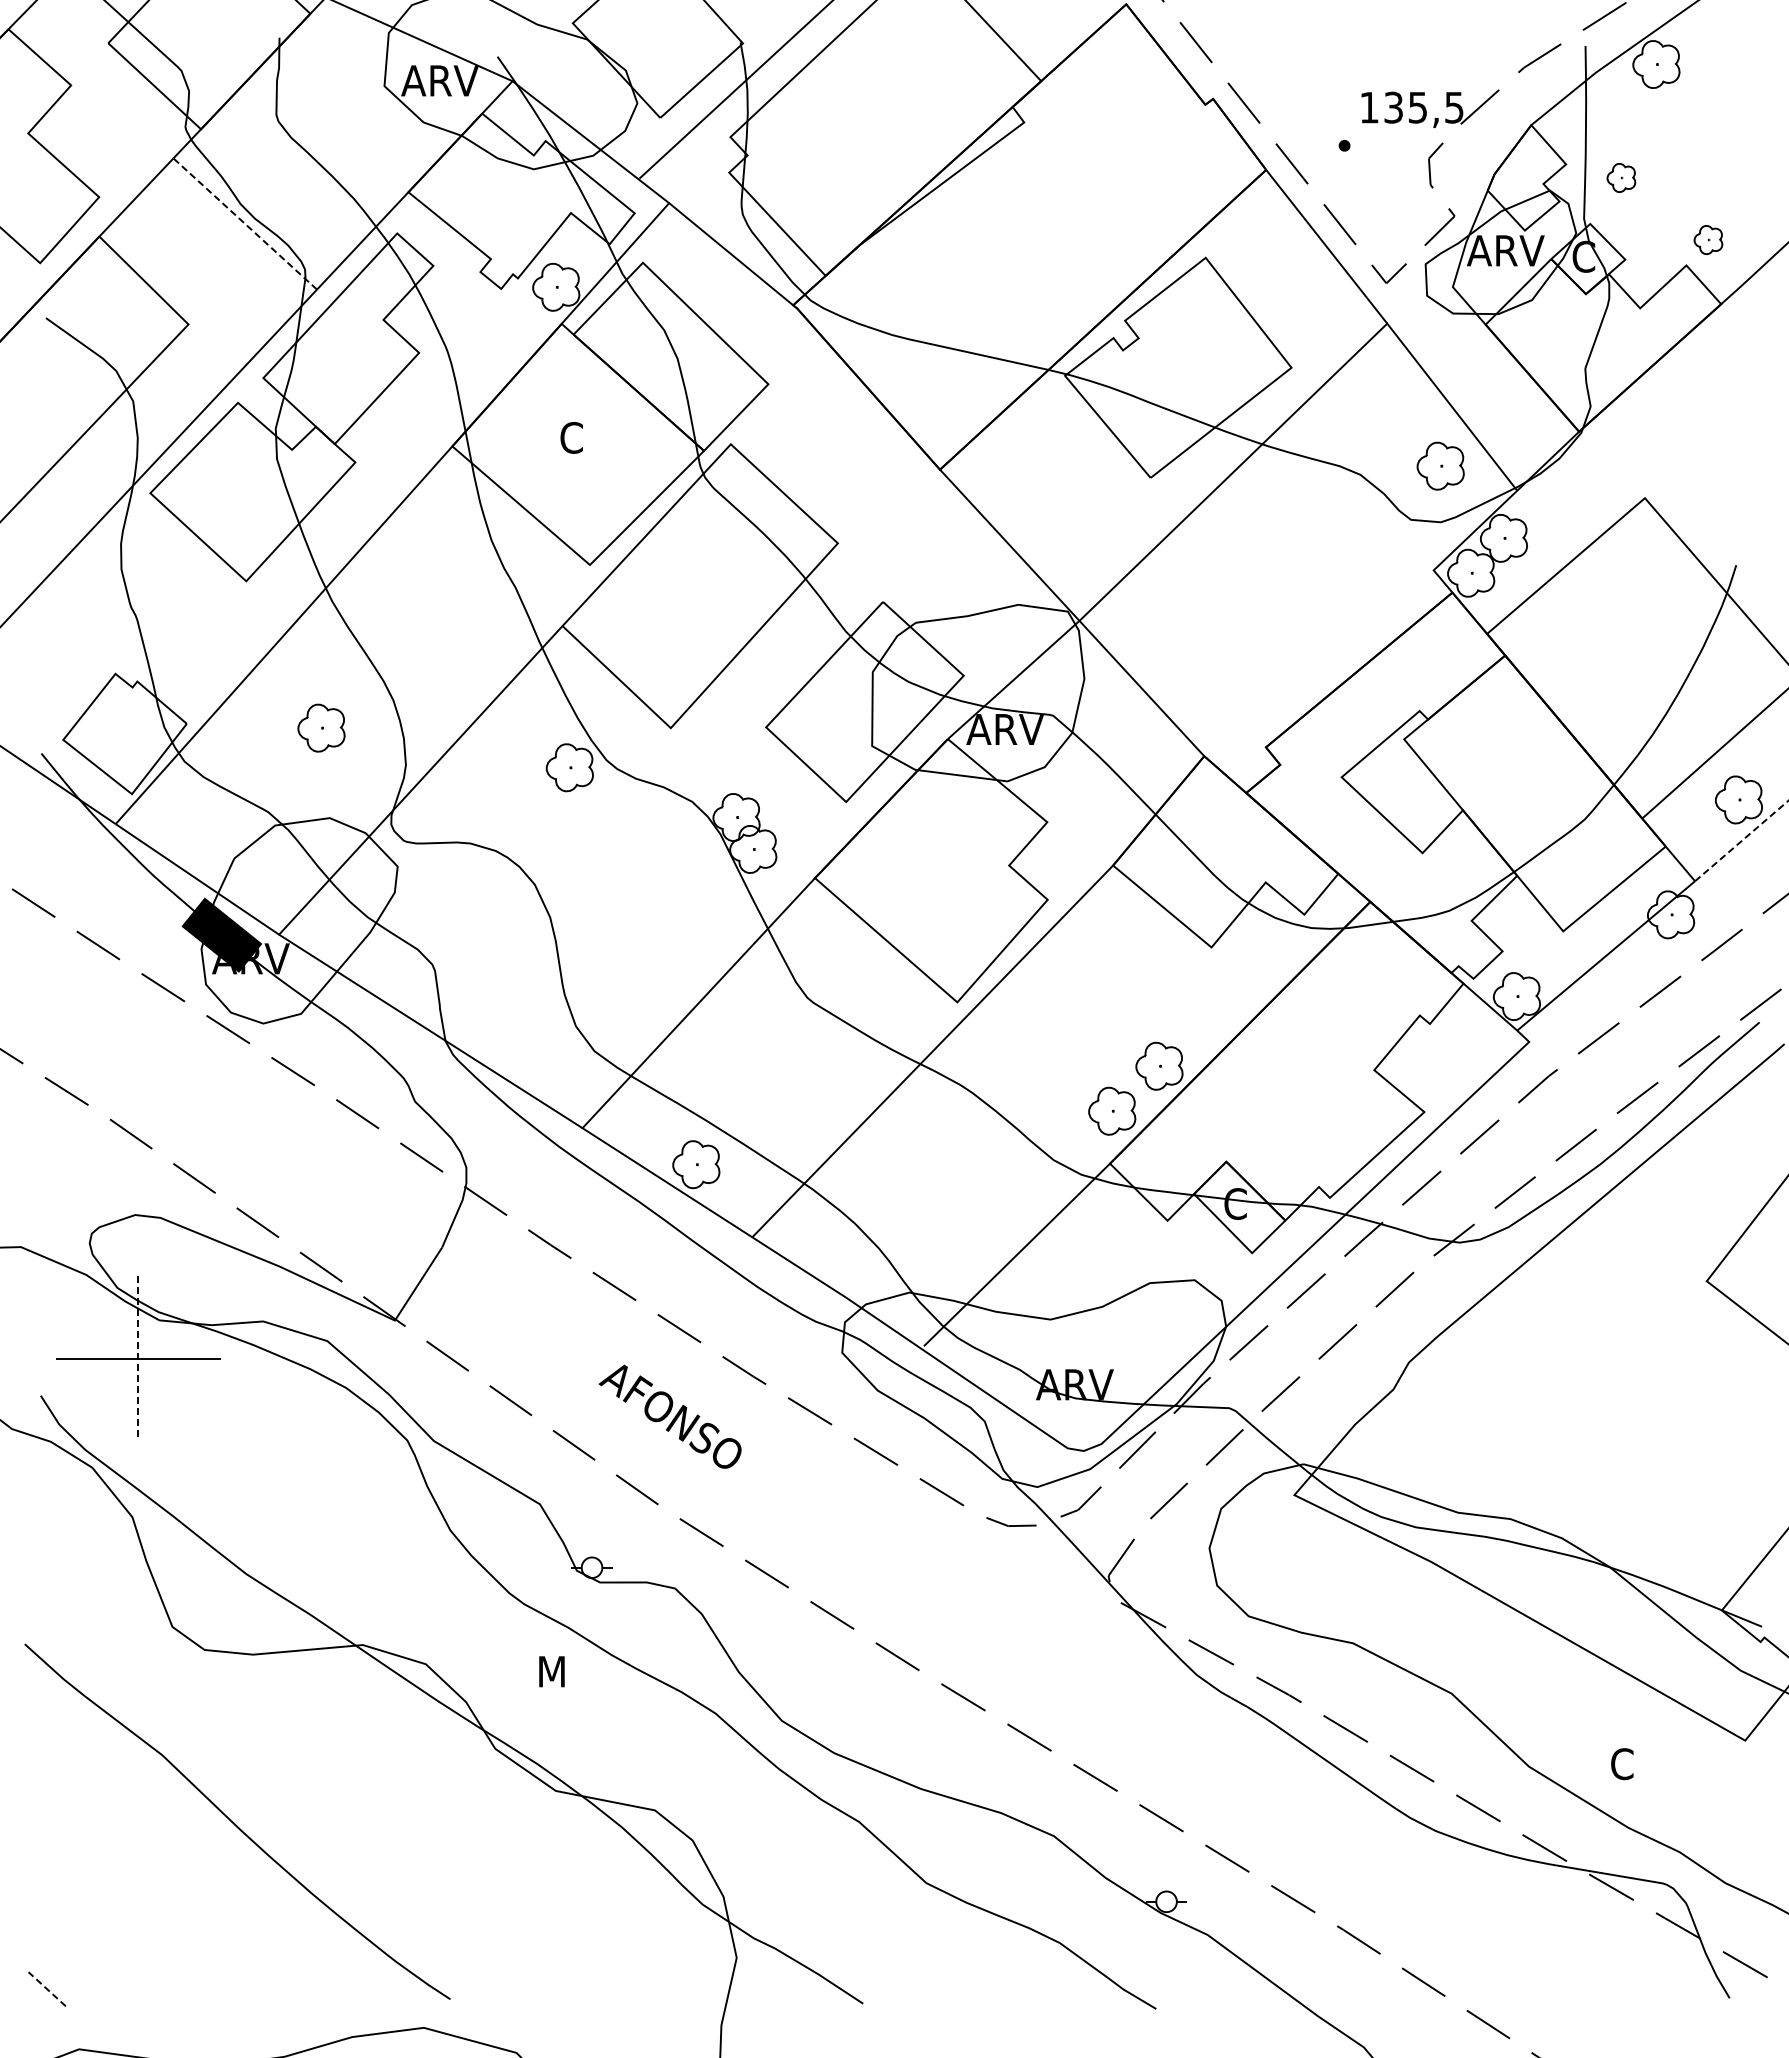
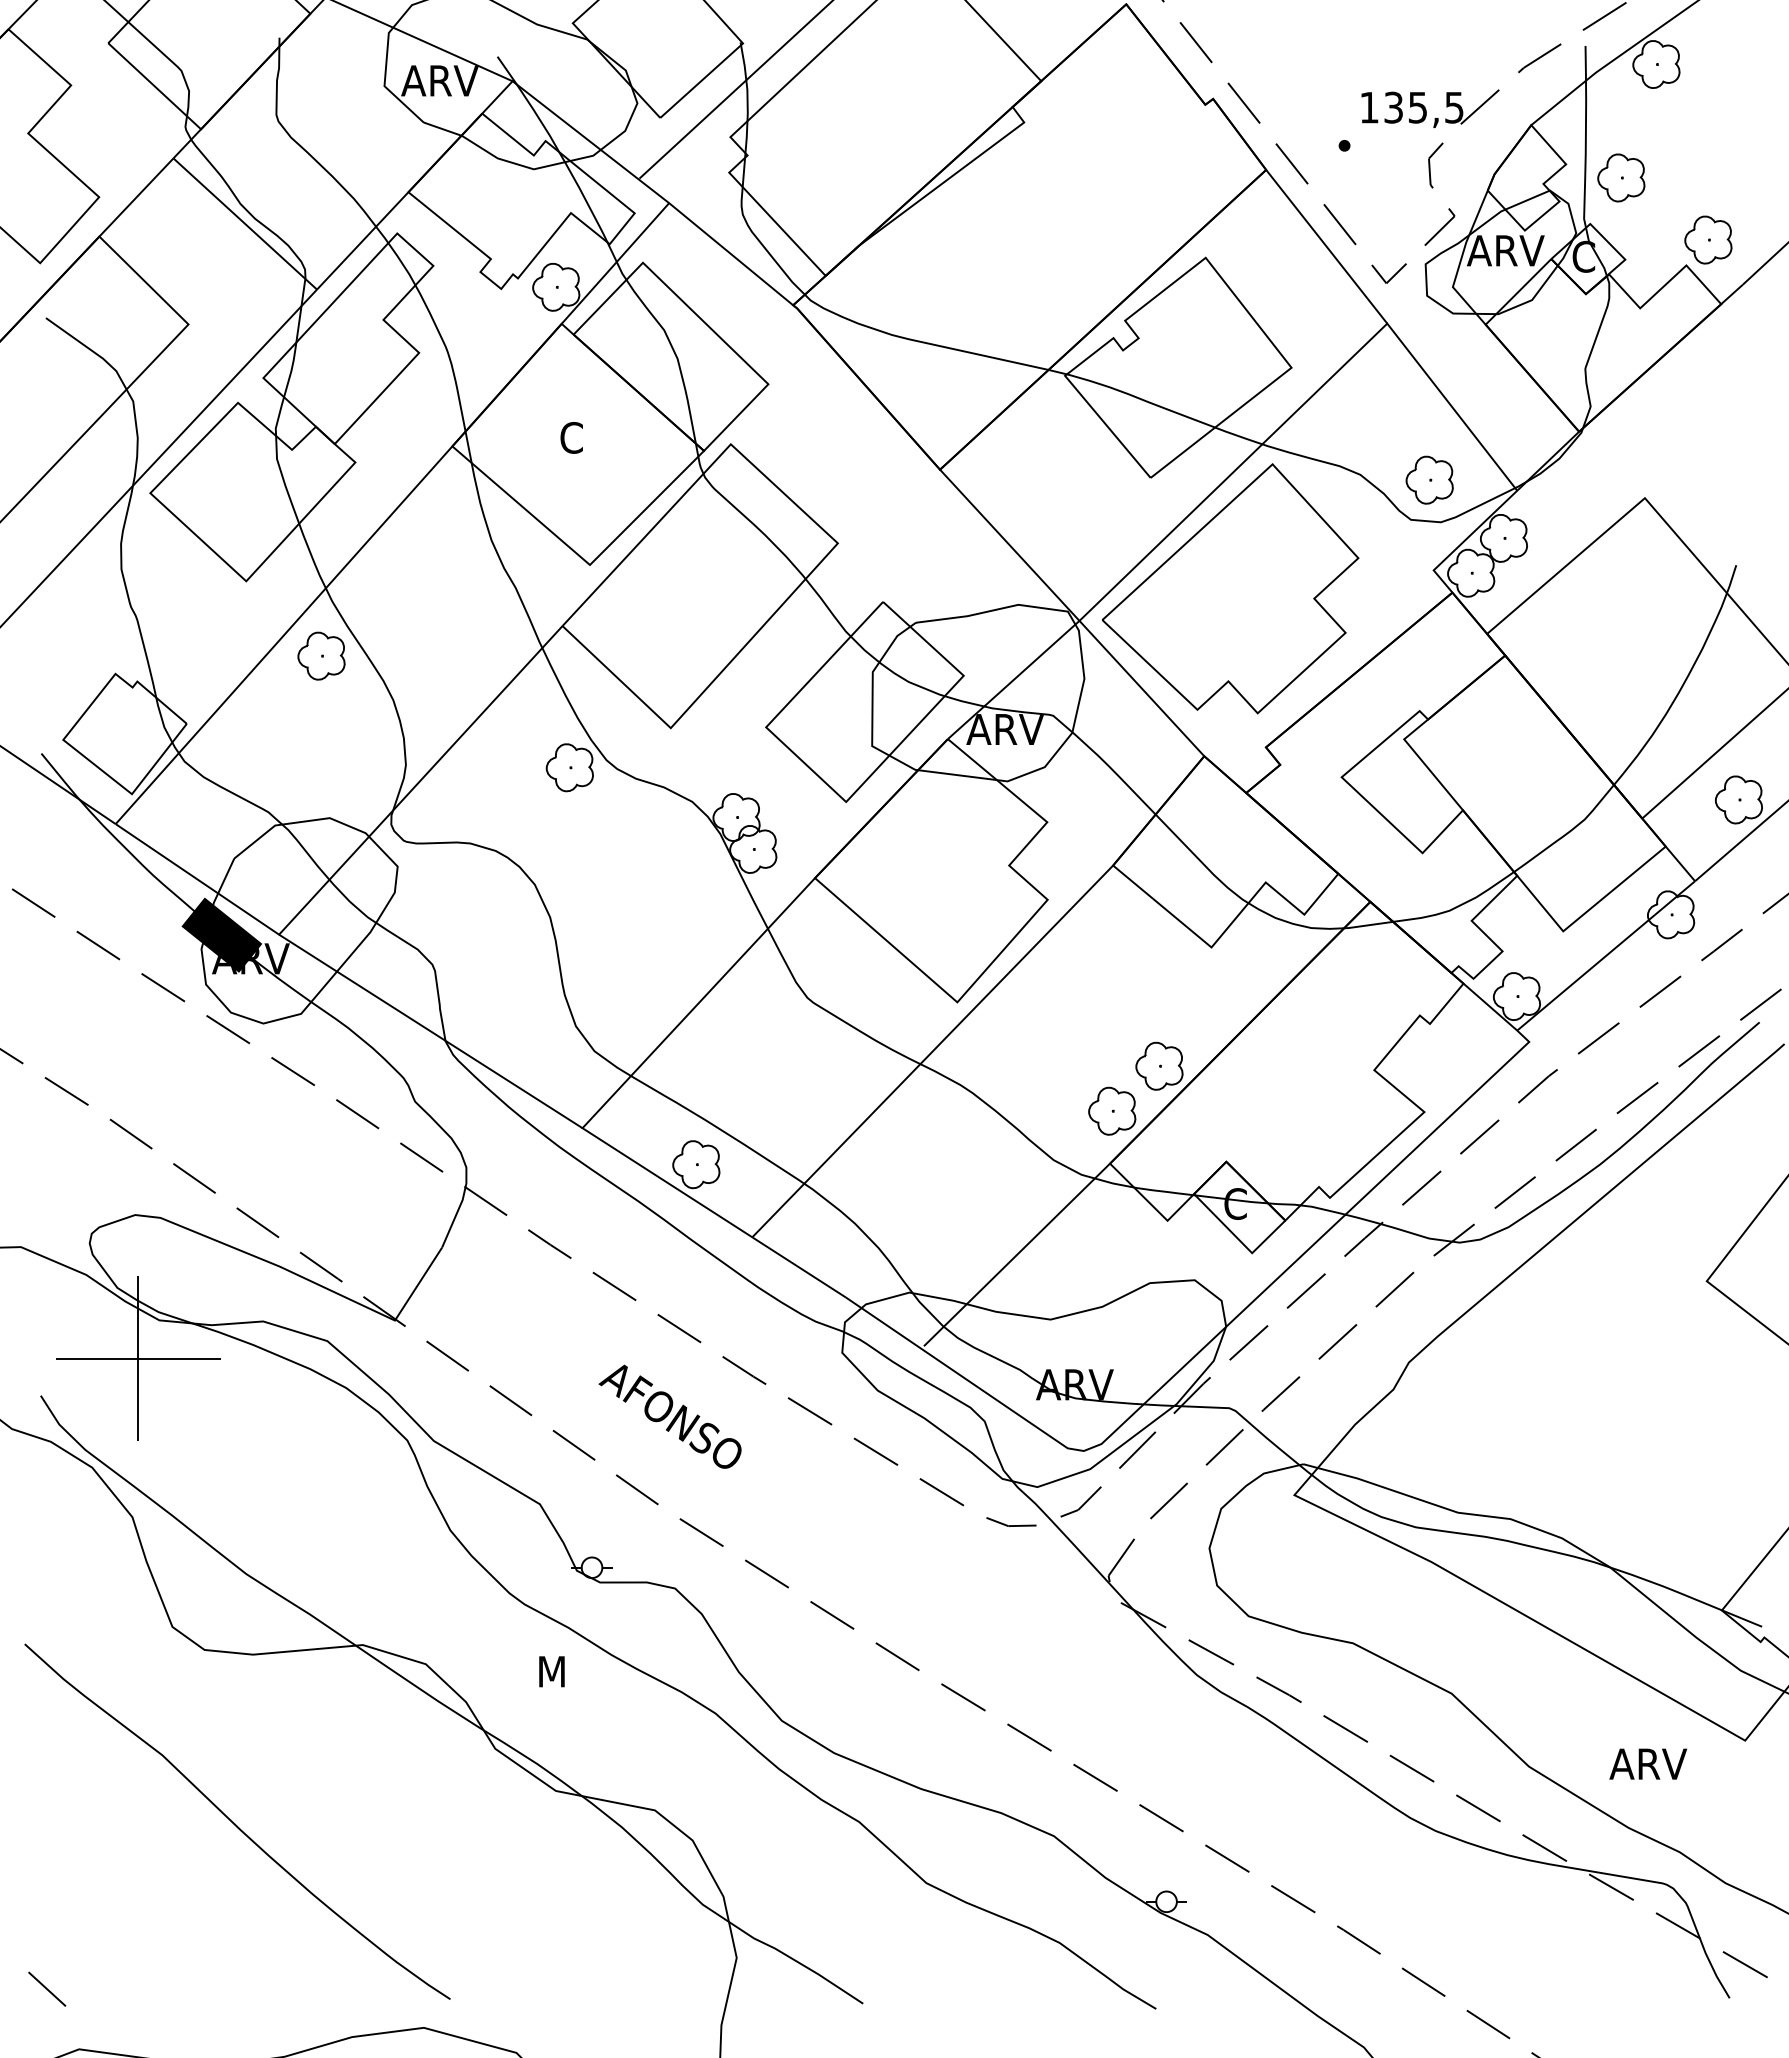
part at (1621, 177) size: 31x30 px -> 49x50 px
line at (244, 223): dashed -> solid
part at (1708, 240) size: 31x31 px -> 49x50 px
part at (1440, 465) position: (1440, 465) -> (1429, 479)
part at (1230, 588): none -> present
part at (321, 727) position: (321, 727) -> (321, 655)
line at (1741, 840): dashed -> solid
line at (138, 1359): dashed -> solid
text at (1648, 1764): C -> ARV
line at (46, 1988): dashed -> solid
